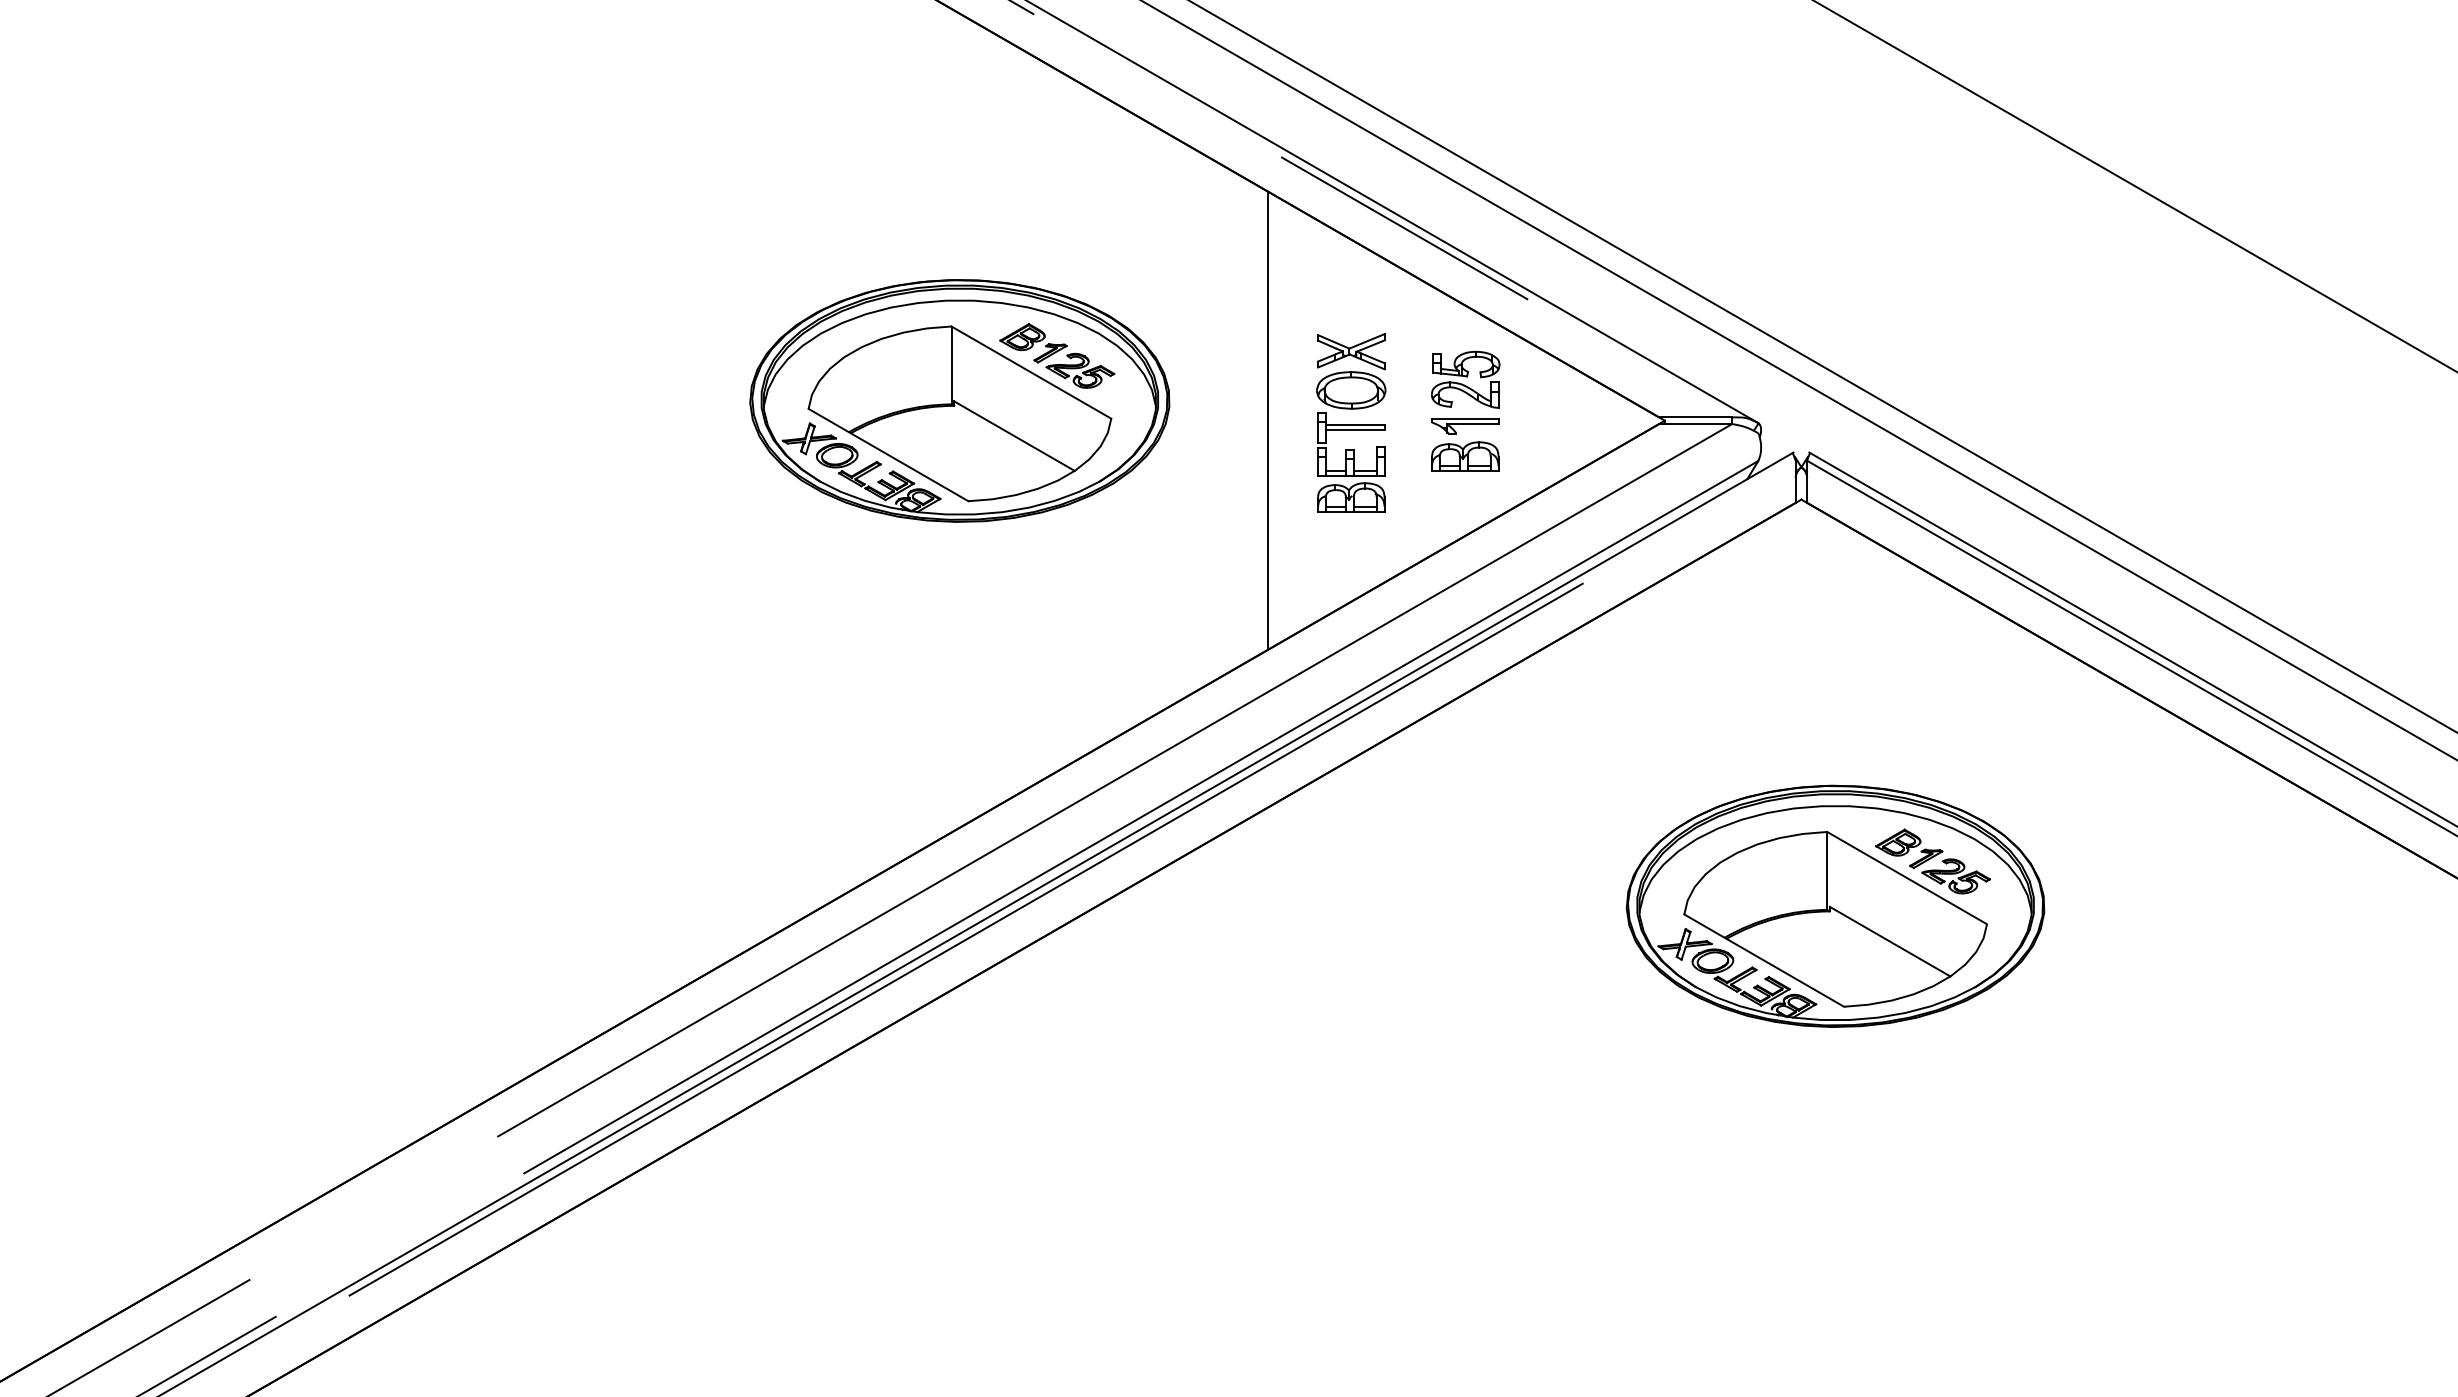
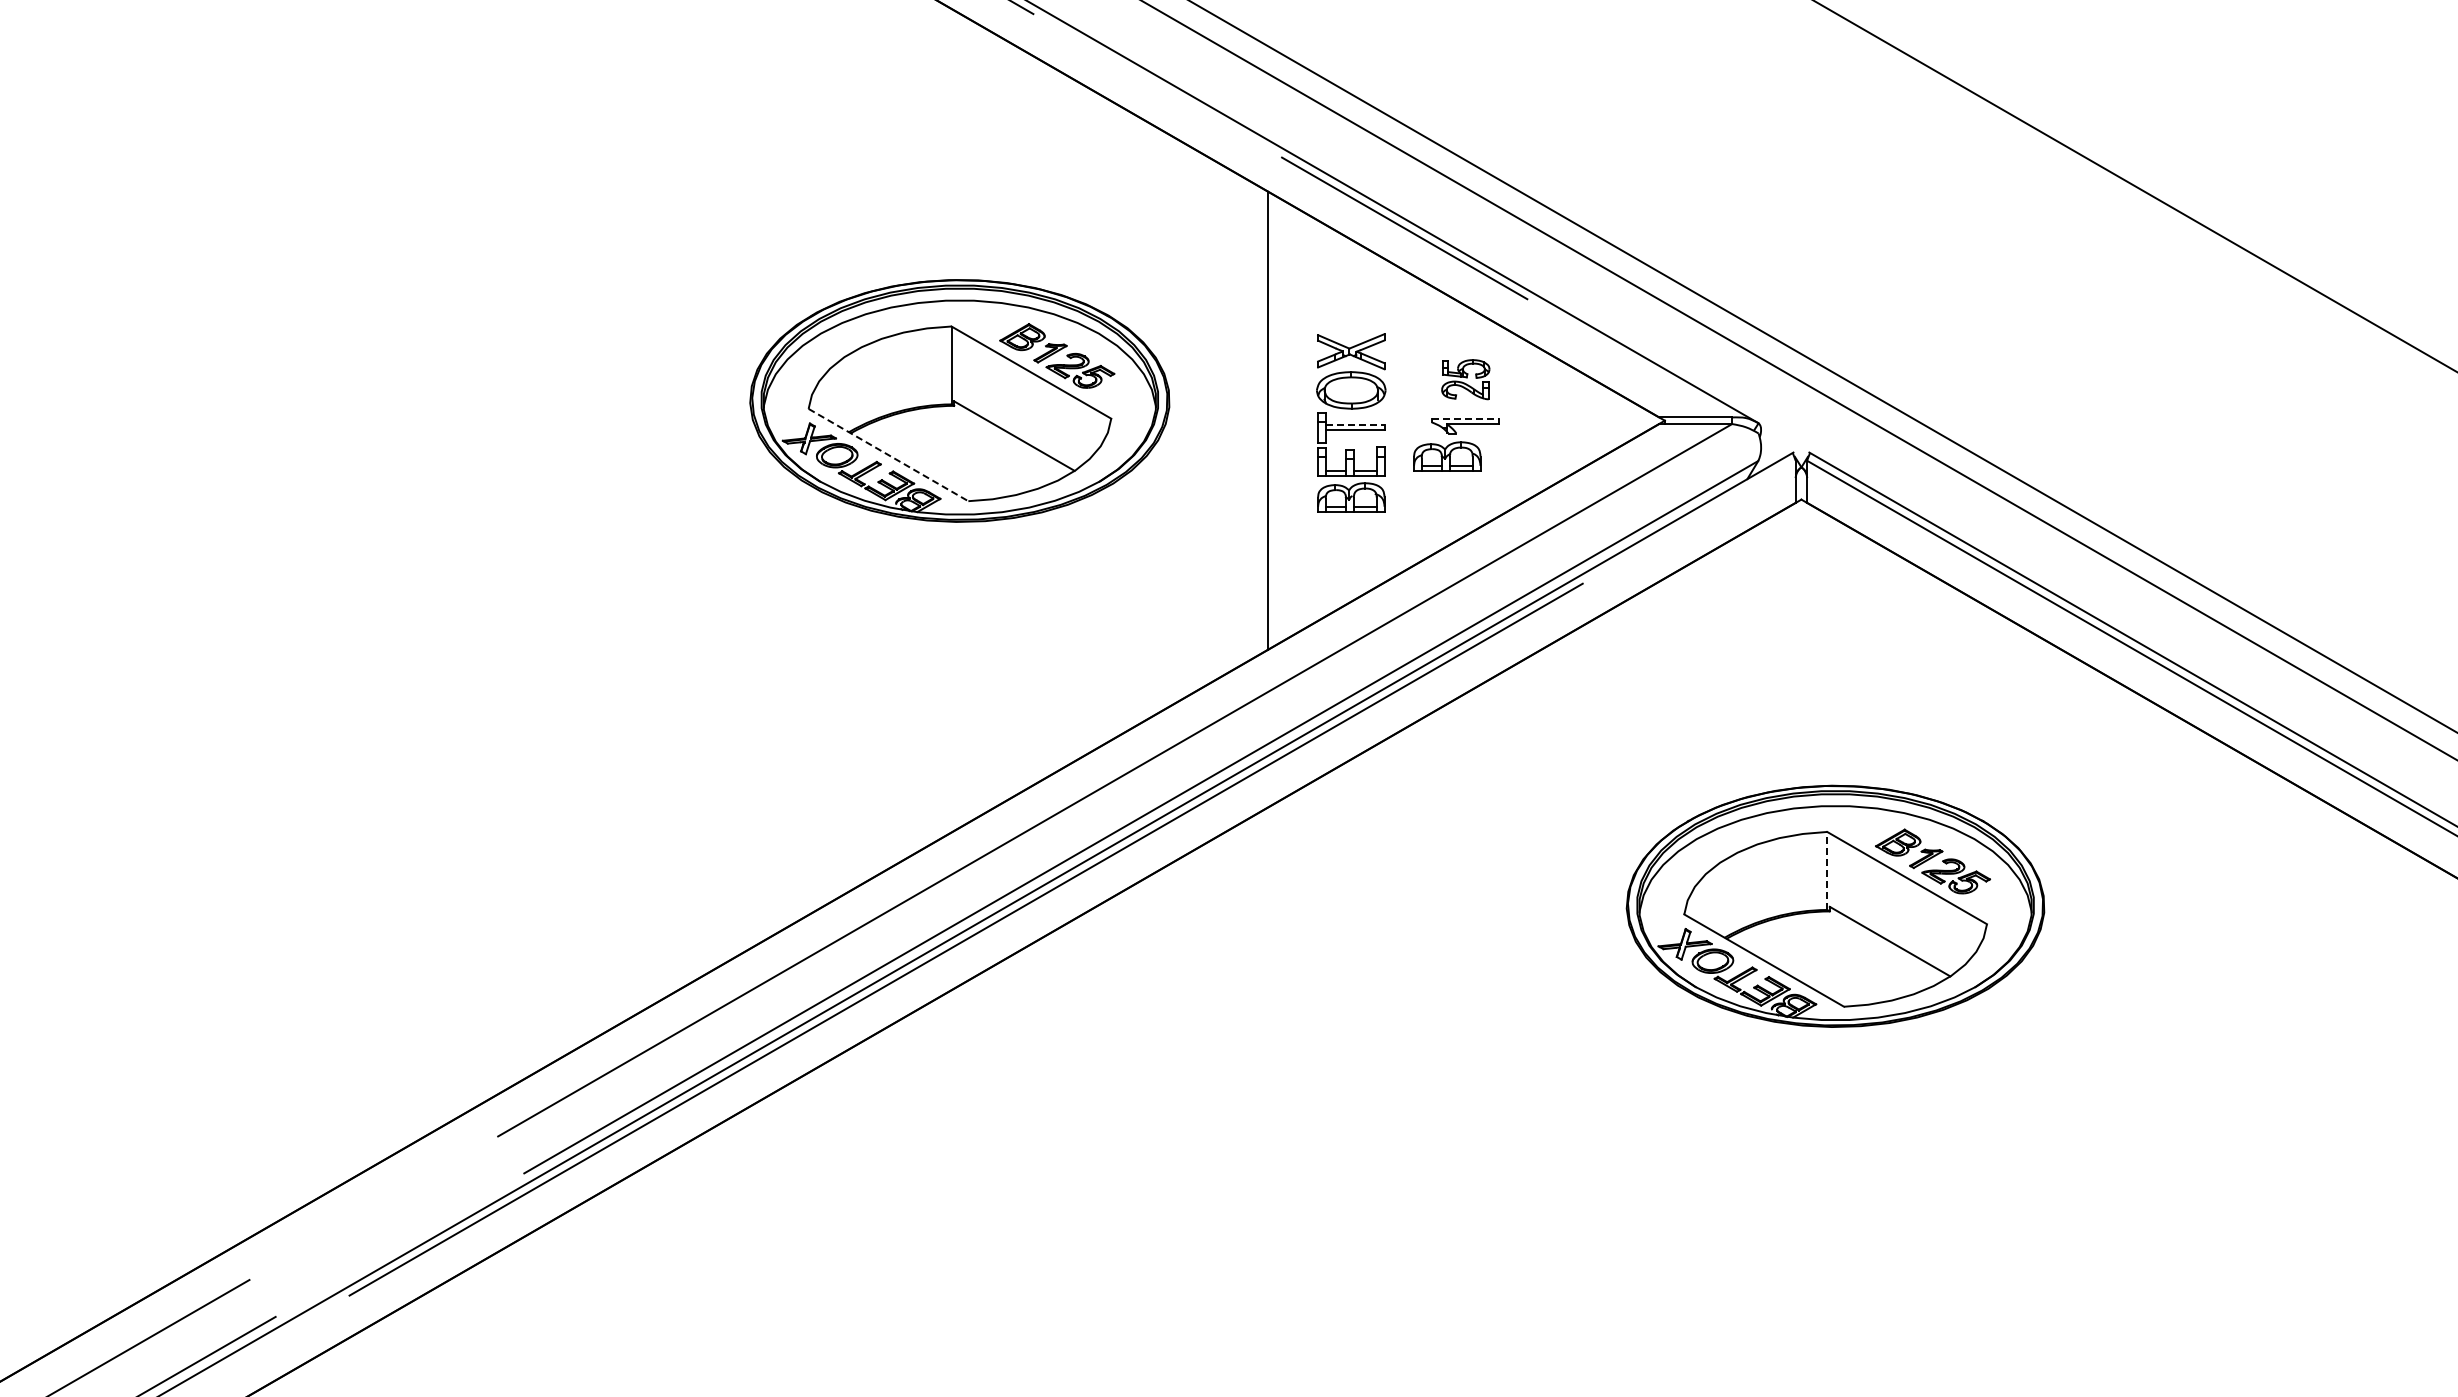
part at (1465, 379) size: 70x59 px -> 50x42 px
line at (1465, 419): solid -> dashed
line at (1355, 425): solid -> dashed
line at (888, 455): solid -> dashed
part at (1465, 456) position: (1465, 456) -> (1447, 456)
line at (1827, 870): solid -> dashed
